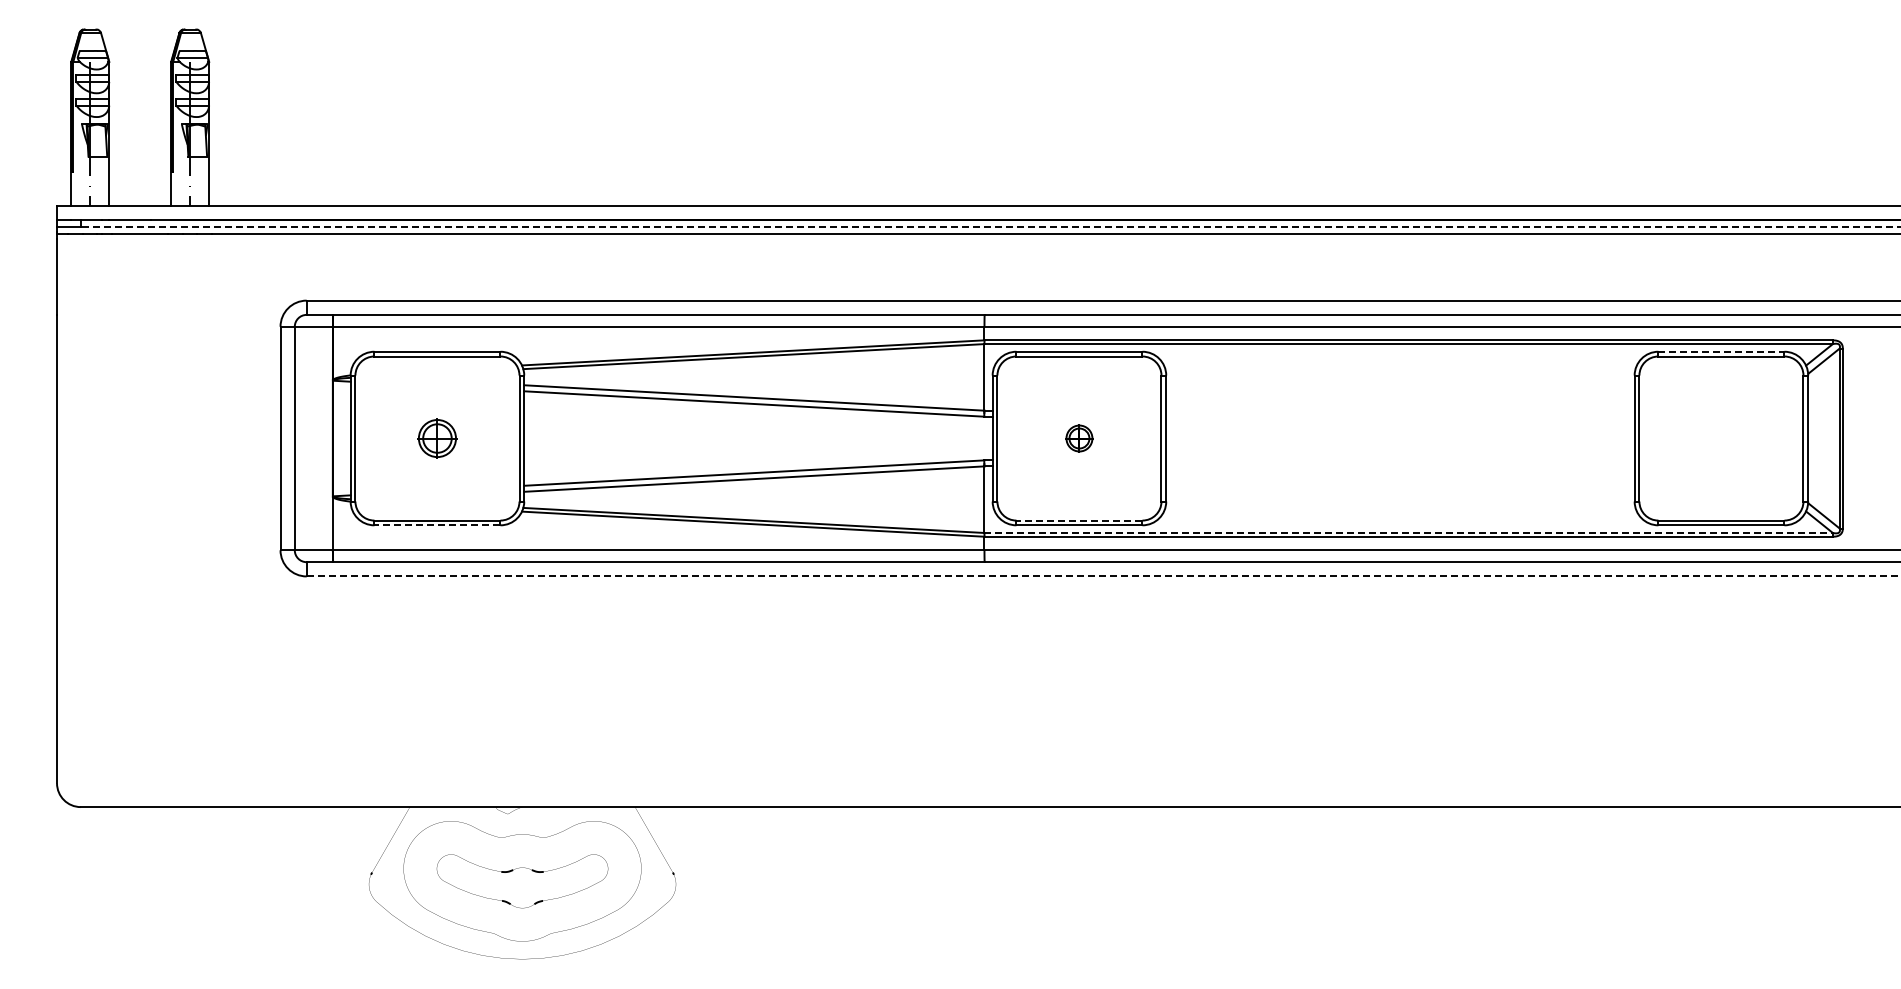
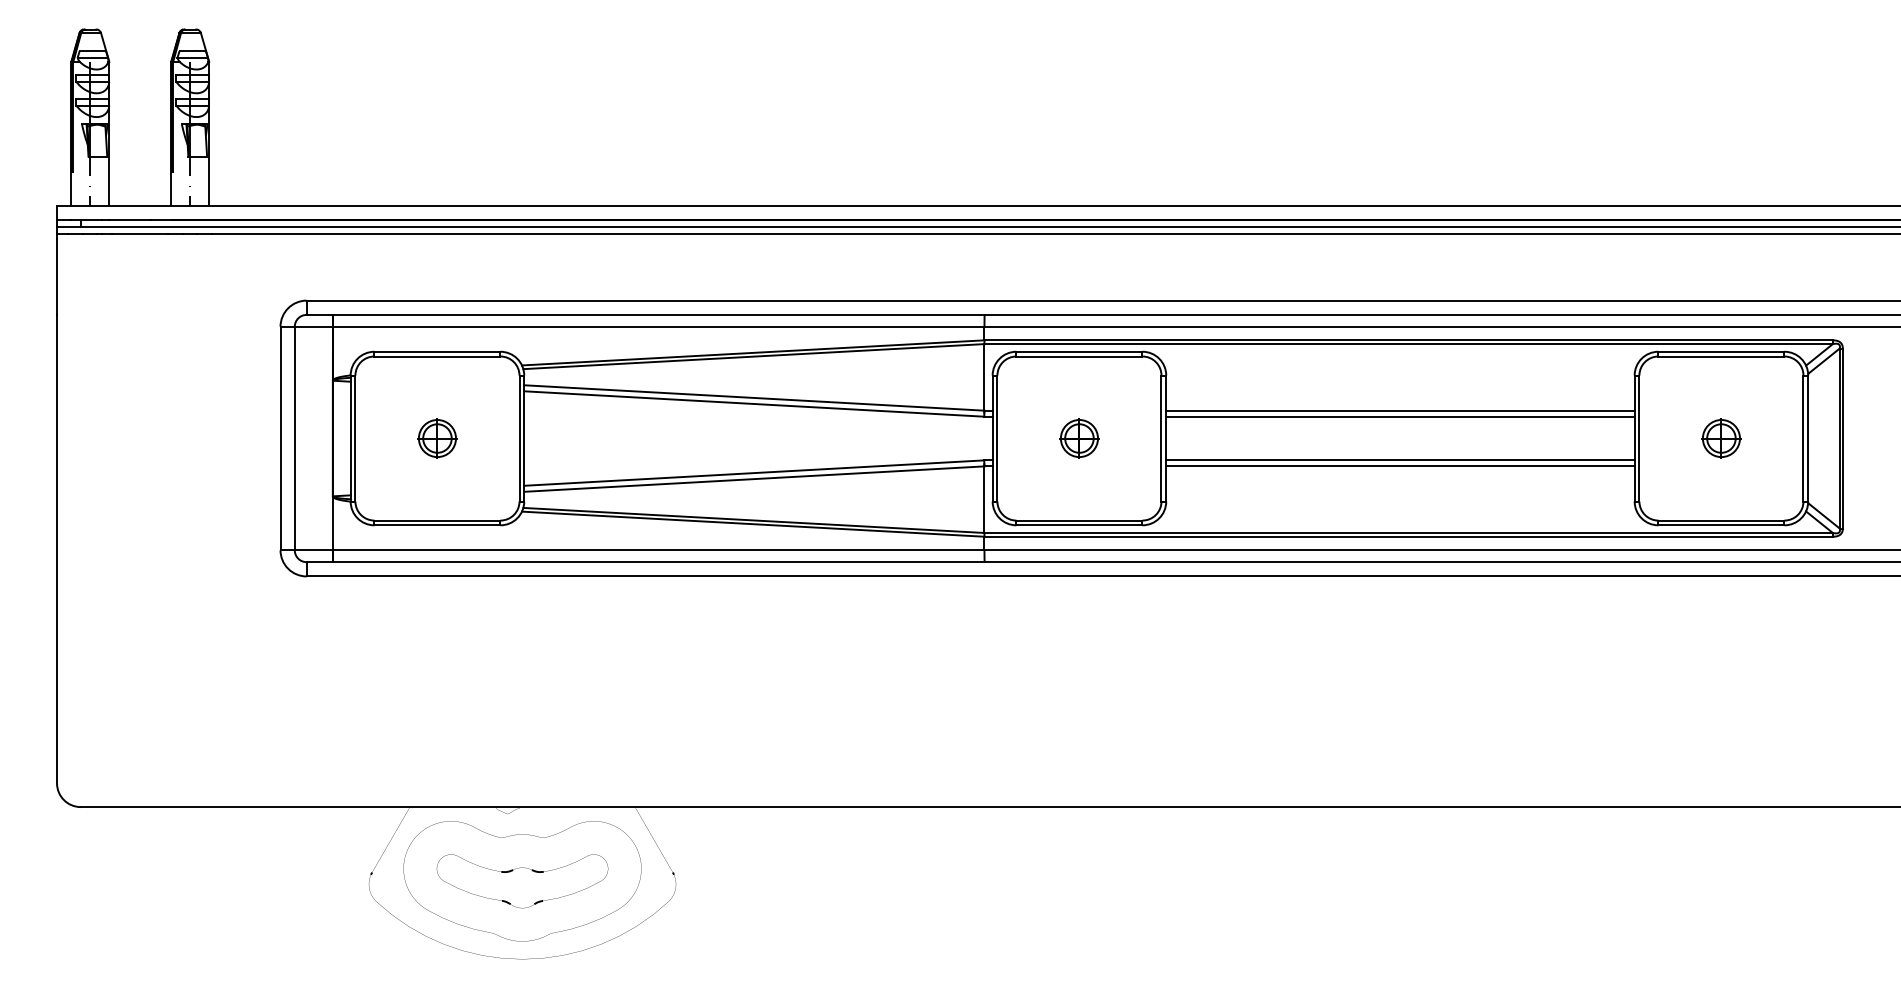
line at (990, 226): dashed -> solid
line at (1721, 351): dashed -> solid
line at (1400, 410): none -> present
line at (1400, 416): none -> present
part at (1079, 438) size: 29x29 px -> 41x41 px
part at (1721, 438): none -> present
line at (1400, 460): none -> present
line at (1400, 466): none -> present
line at (1078, 520): dashed -> solid
line at (436, 525): dashed -> solid
line at (1409, 532): dashed -> solid
line at (1103, 576): dashed -> solid
